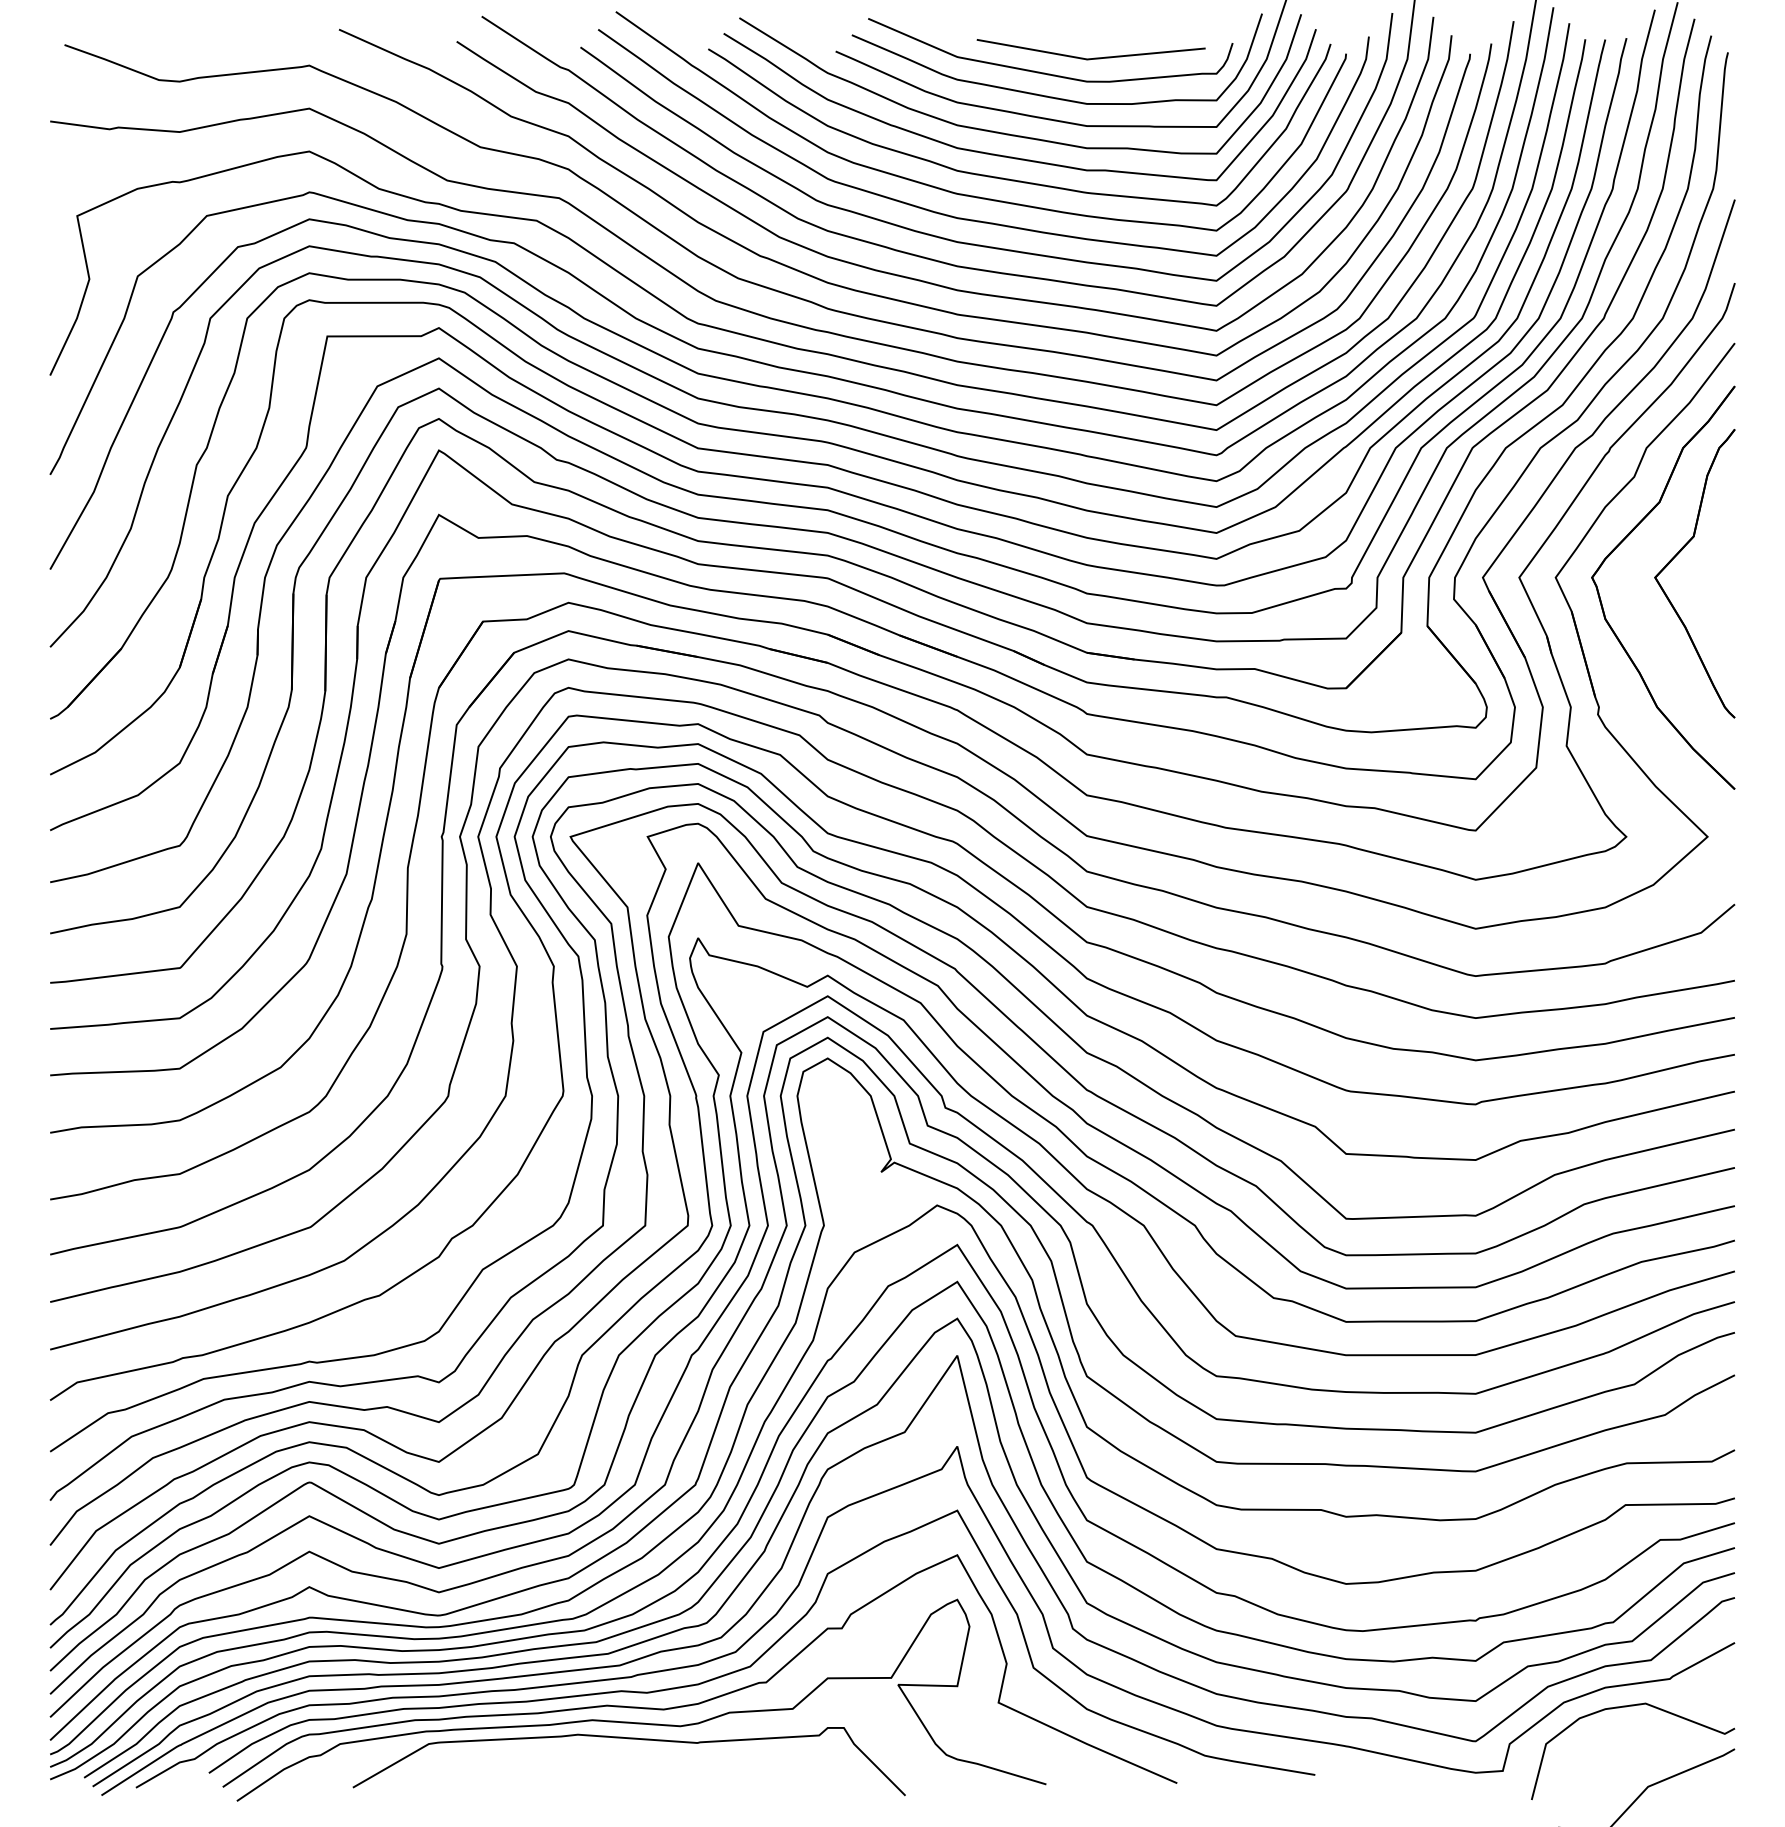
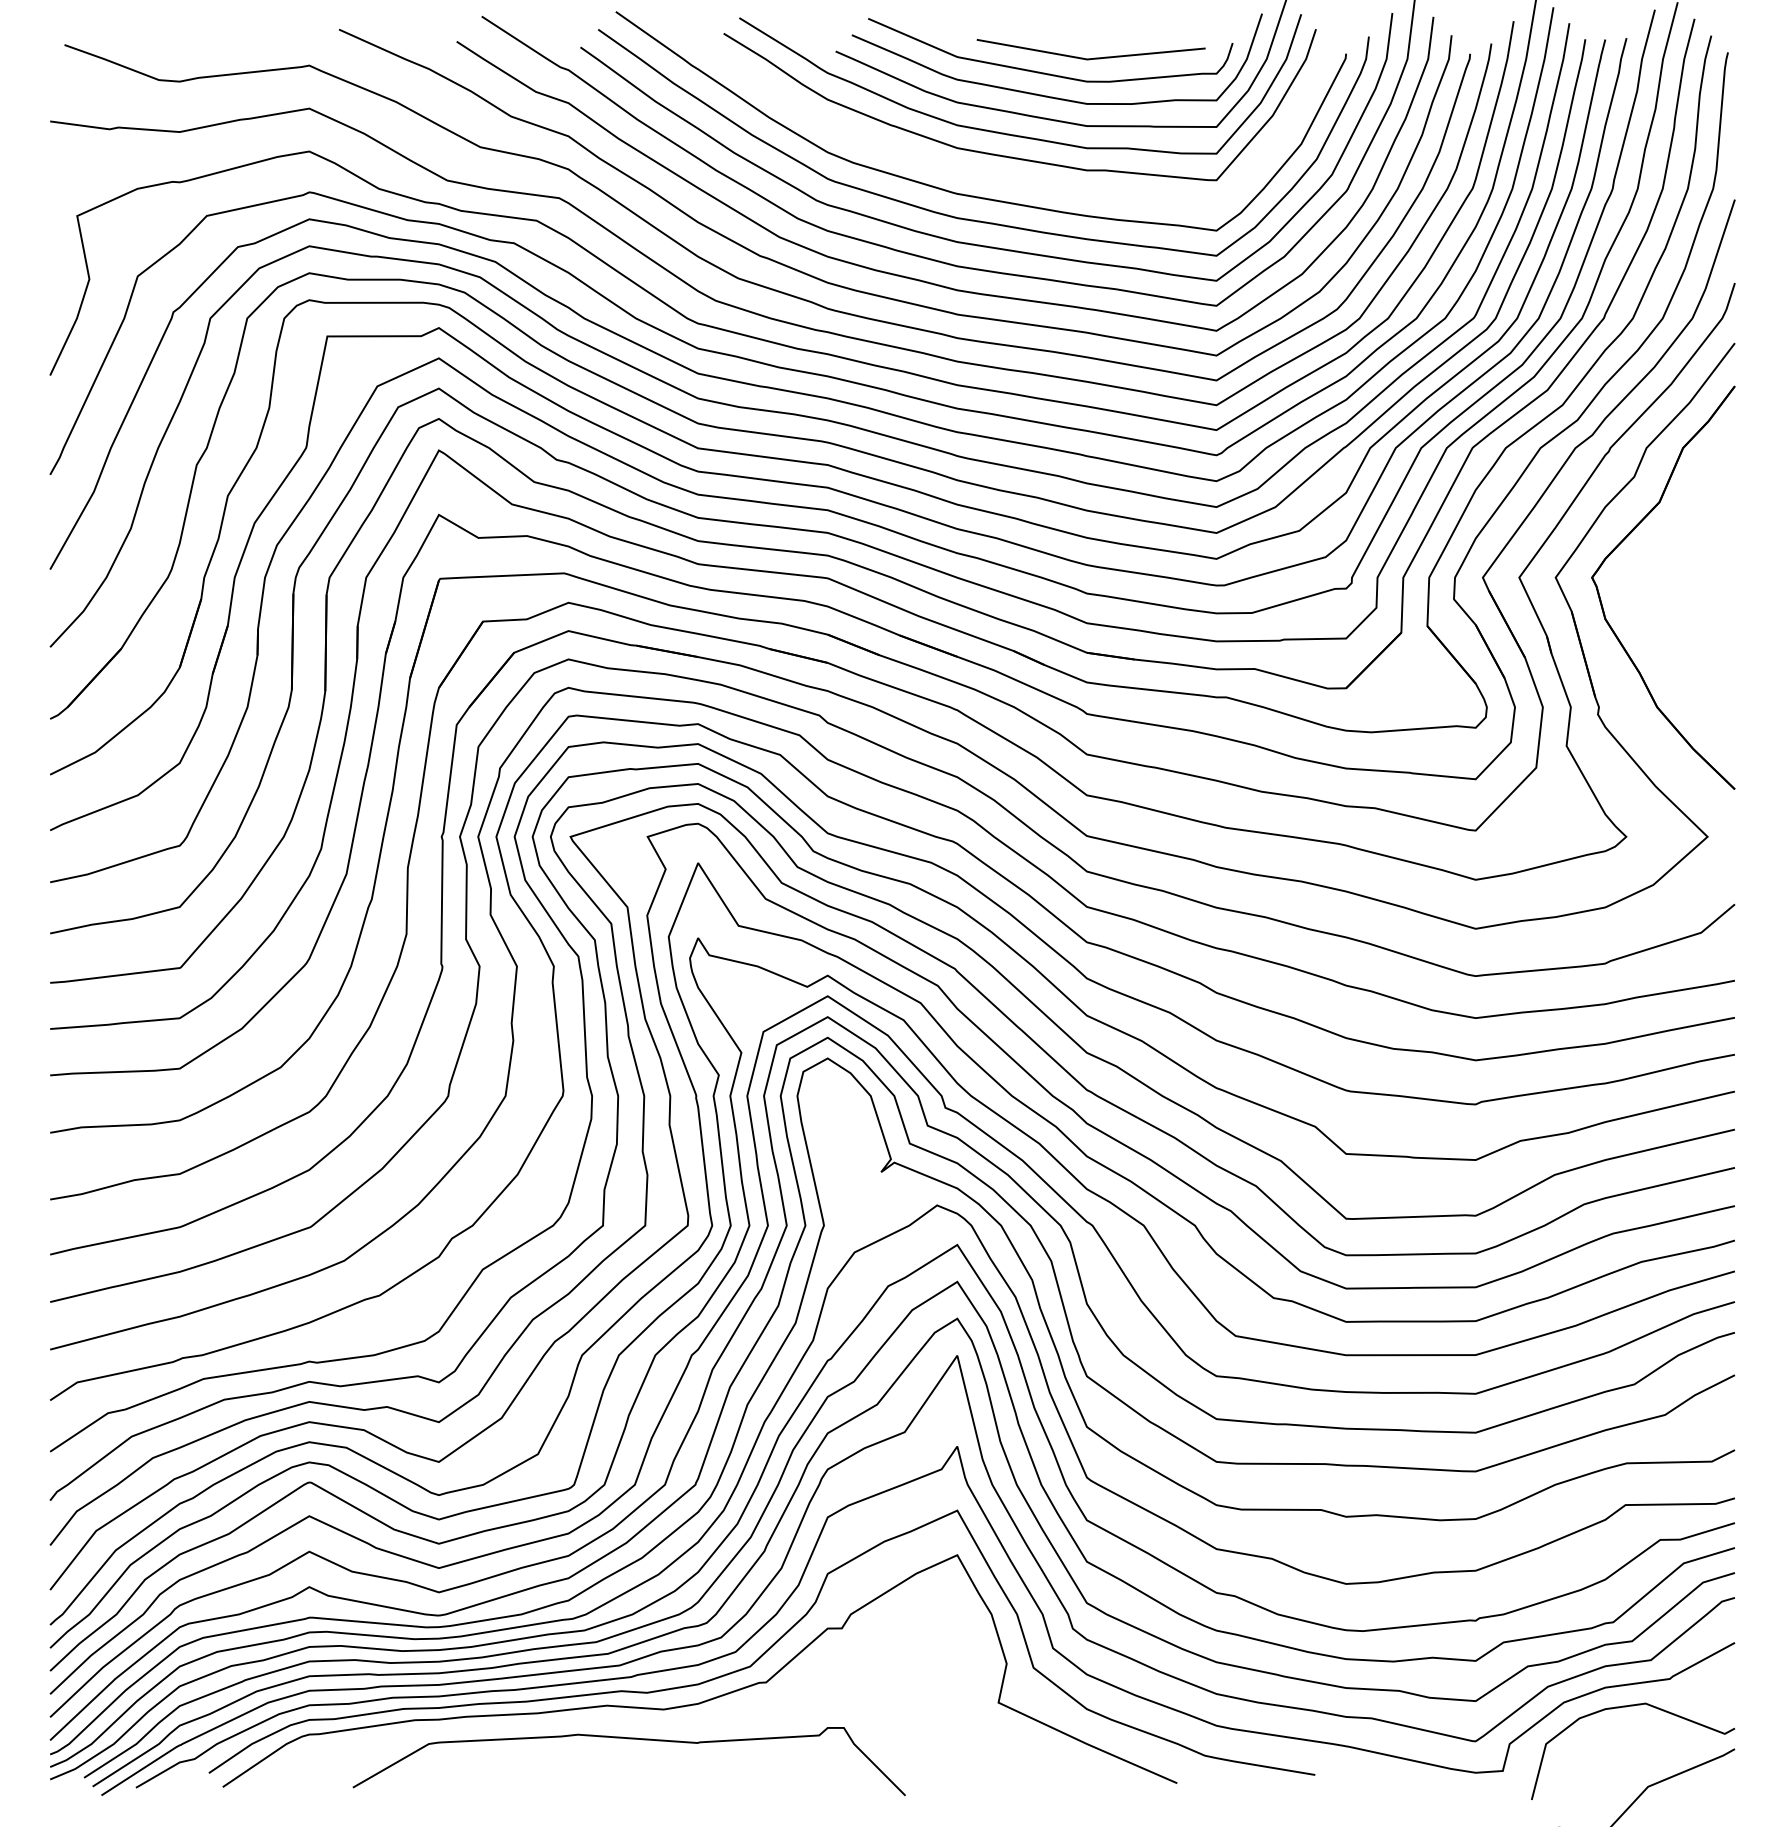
curve at (1009, 178): present -> none
part at (1677, 555): present -> none
curve at (641, 1722): present -> none
